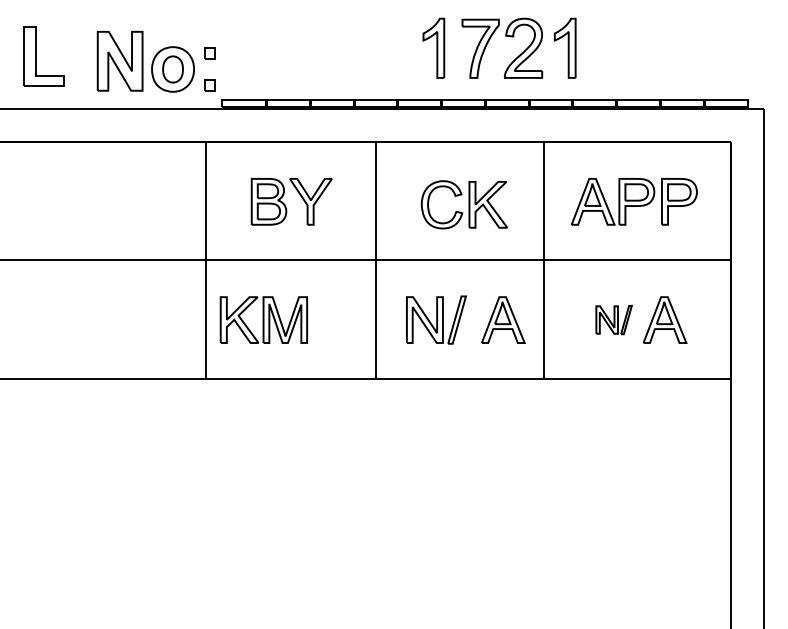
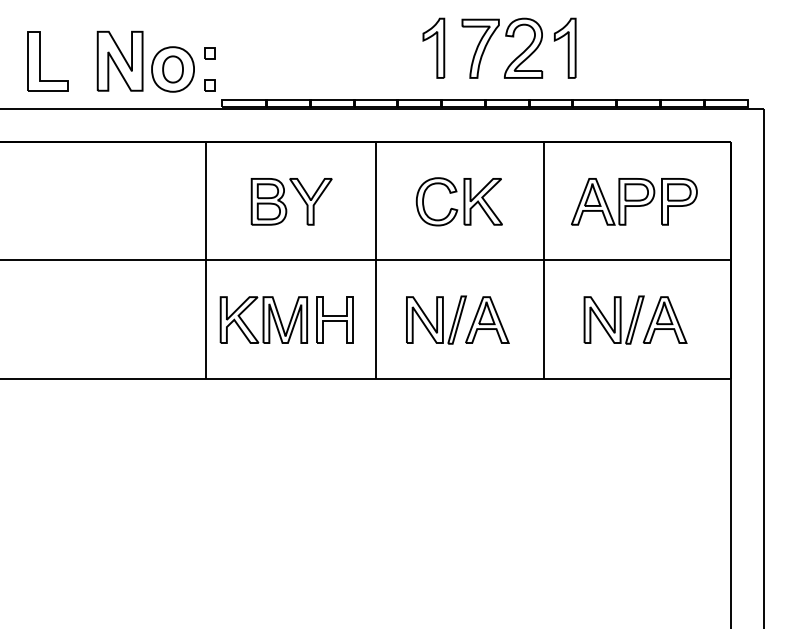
part at (36, 56) position: (36, 56) -> (40, 61)
part at (463, 204) position: (463, 204) -> (458, 201)
part at (334, 319): none -> present
part at (503, 319) position: (503, 319) -> (487, 319)
part at (613, 320) size: 38x31 px -> 62x50 px
